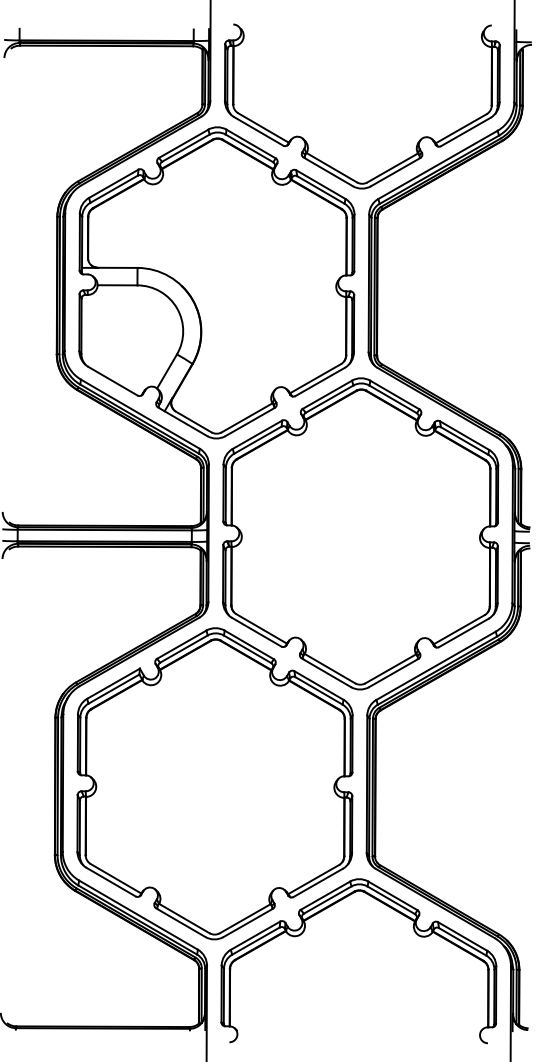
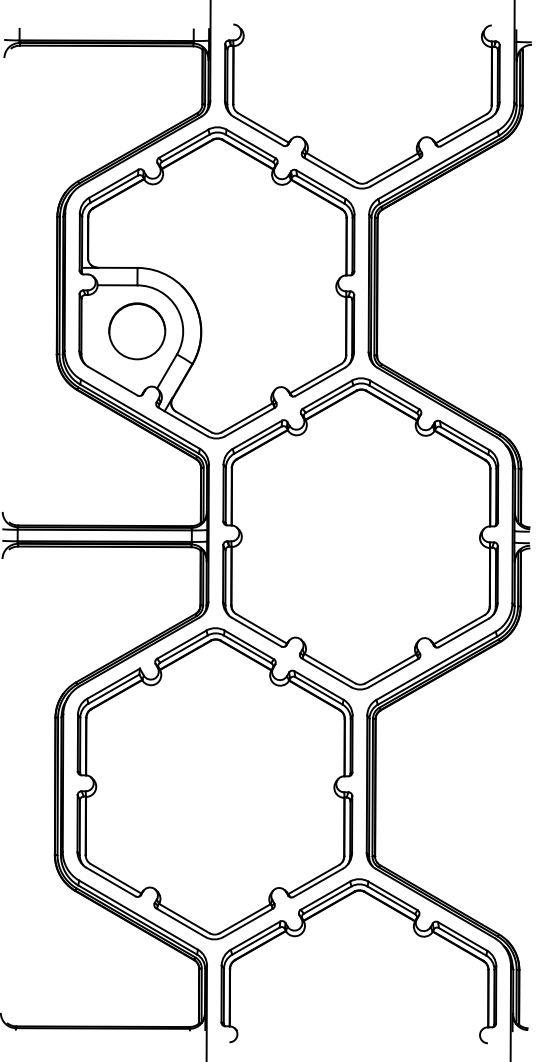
circle at (137, 331): none -> present
